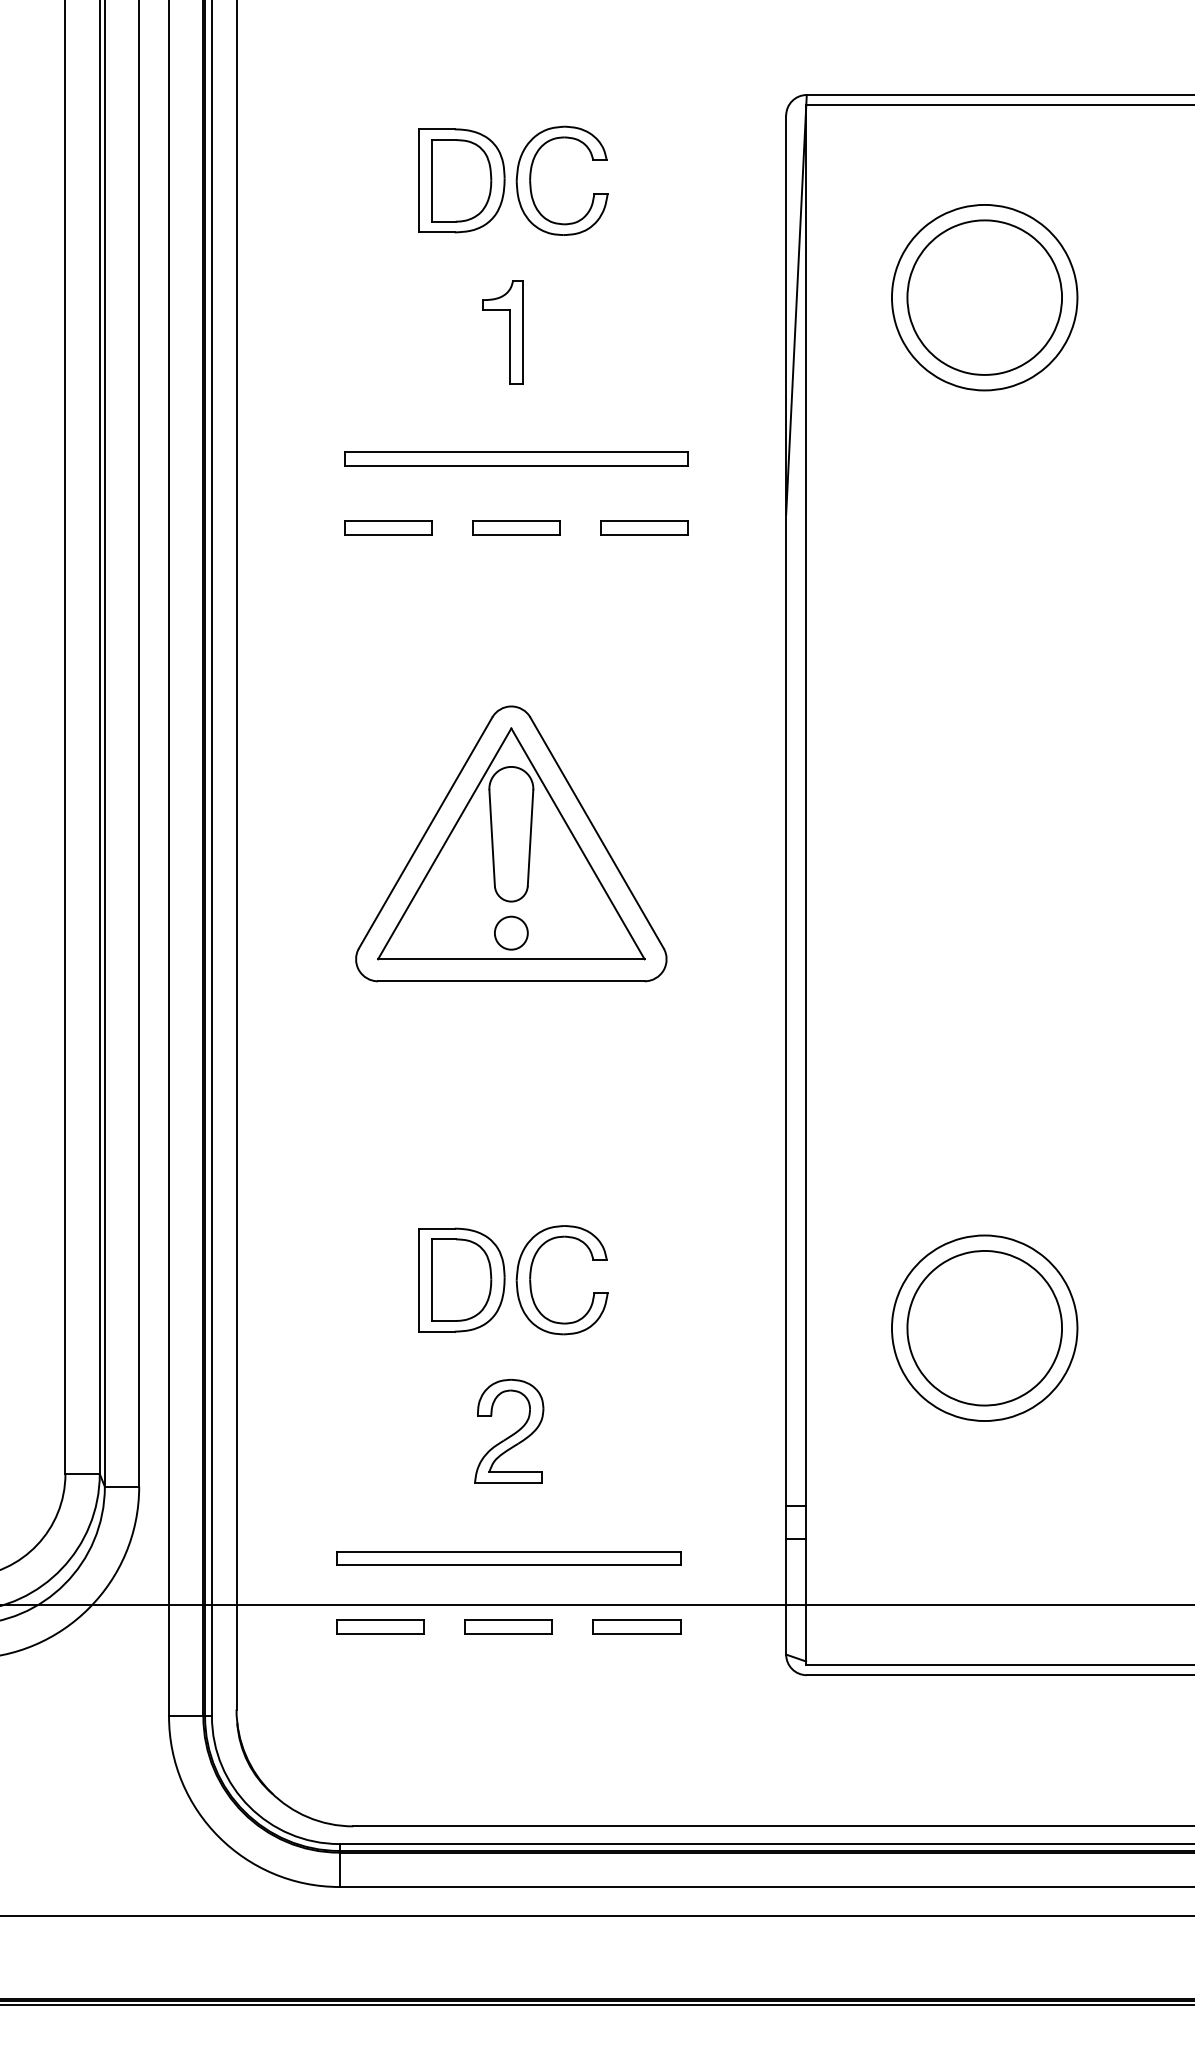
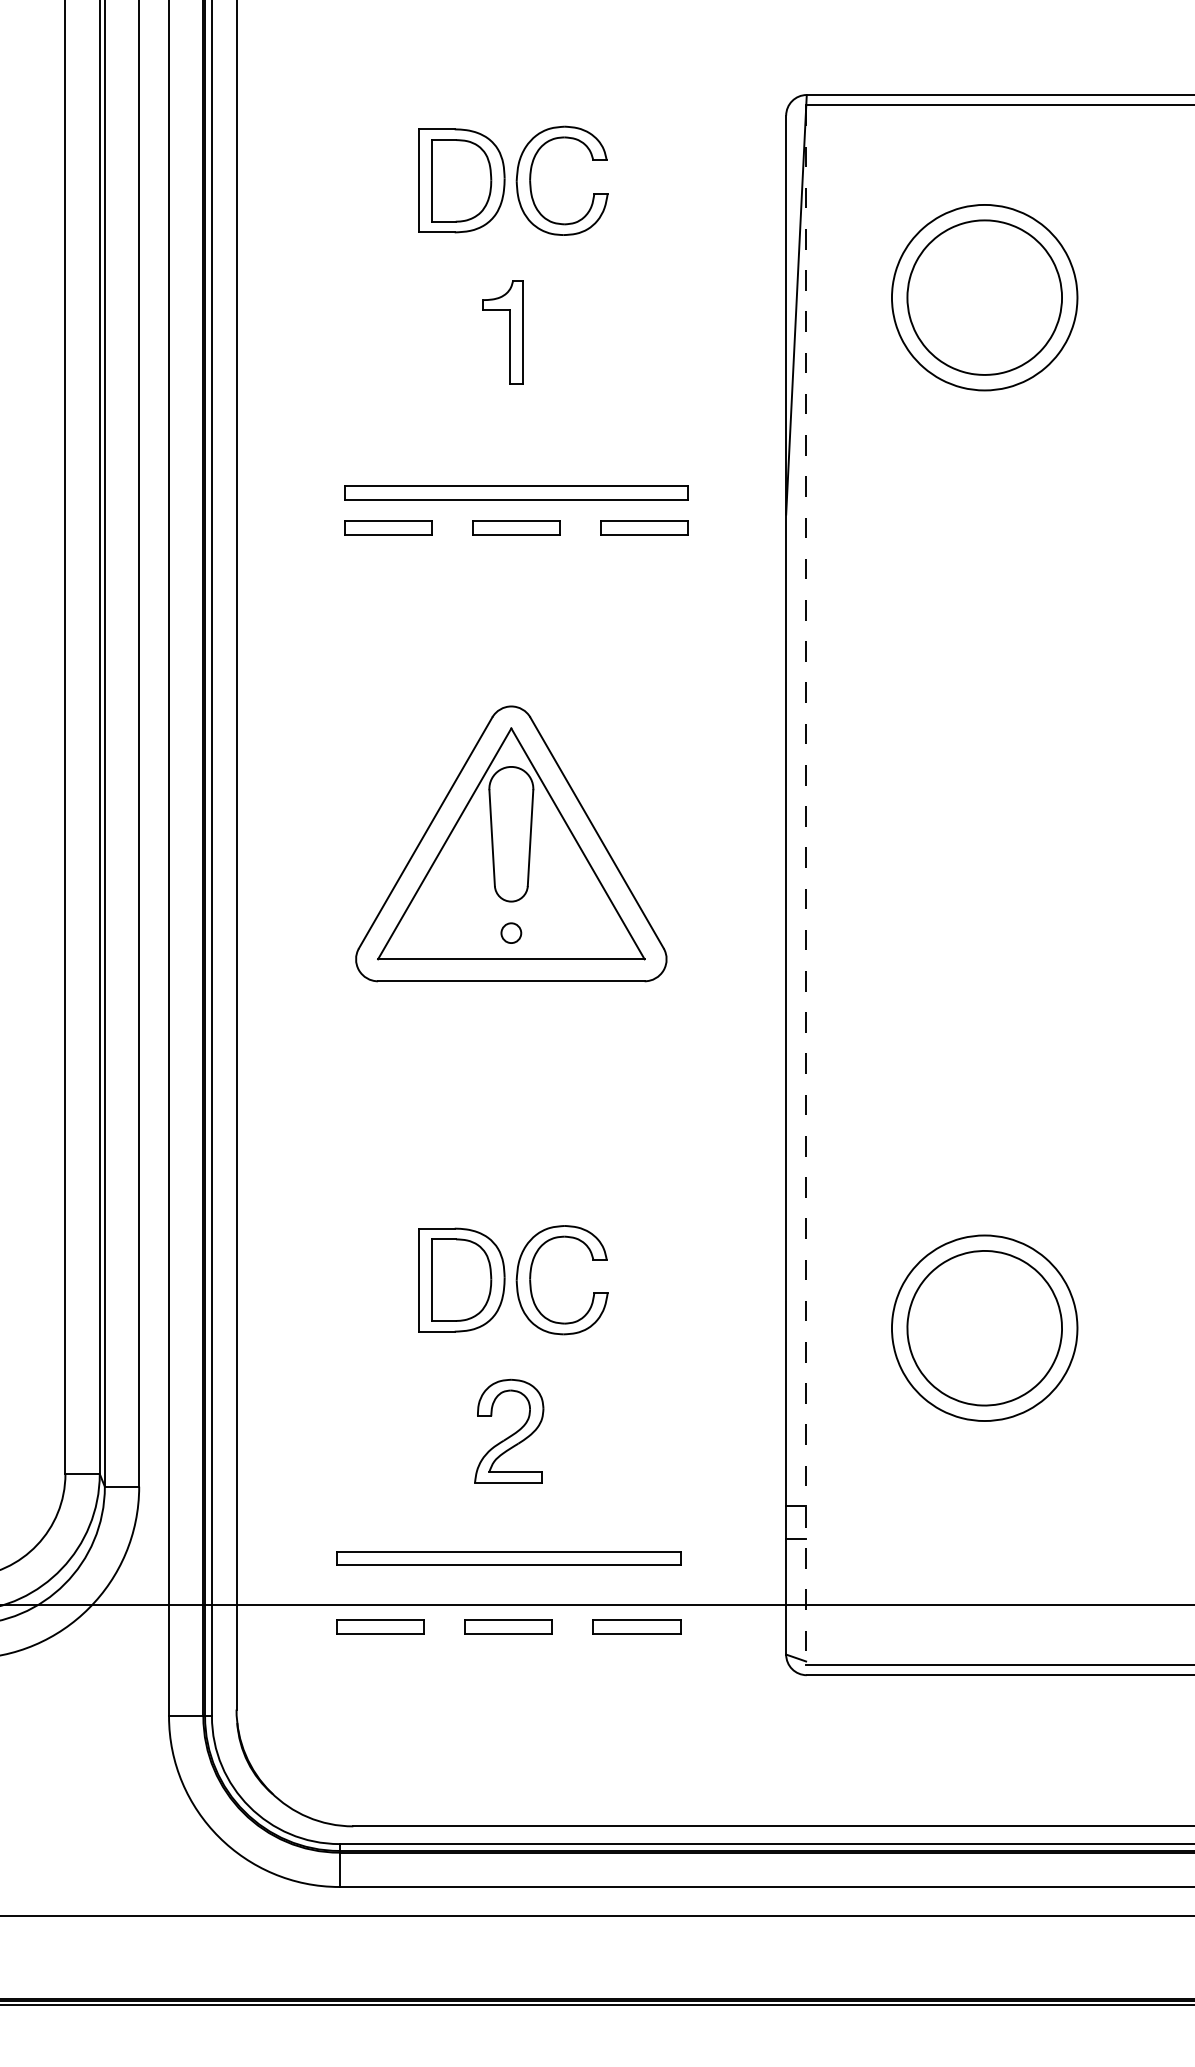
part at (516, 458) position: (516, 458) -> (516, 492)
line at (806, 885): solid -> dashed
circle at (510, 932) diameter: 33 px -> 20 px
